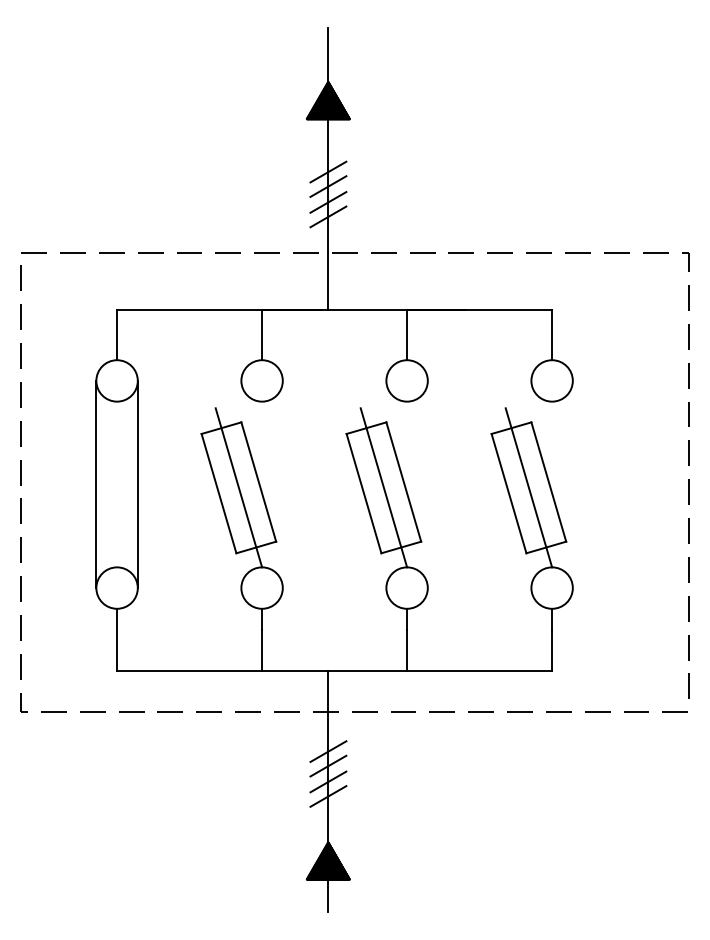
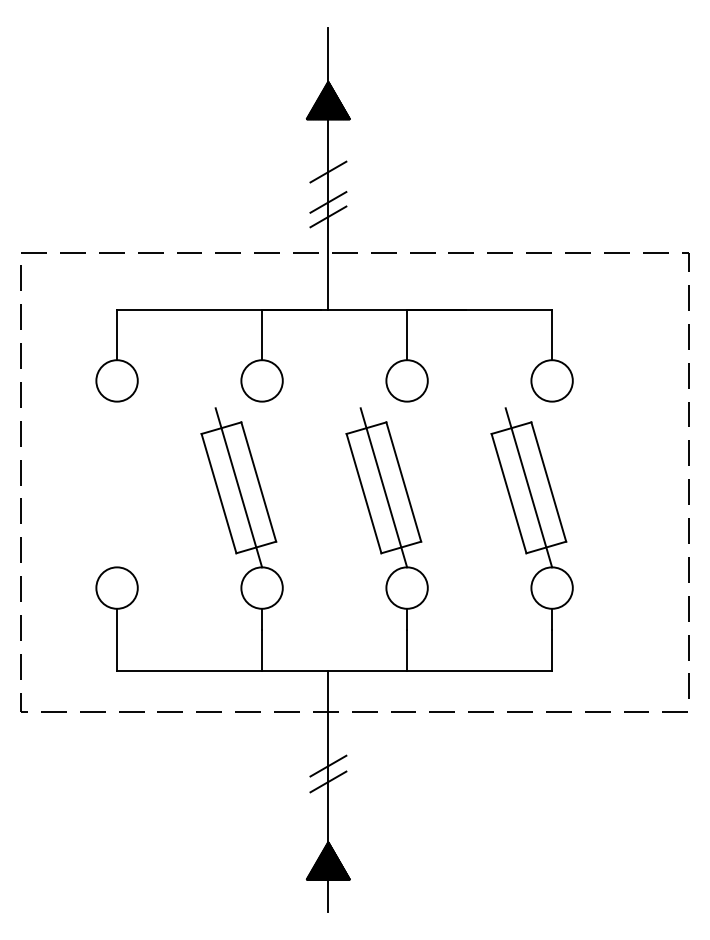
line at (328, 186): present -> none
line at (96, 484): present -> none
line at (137, 484): present -> none
line at (328, 751): present -> none
line at (328, 796): present -> none
